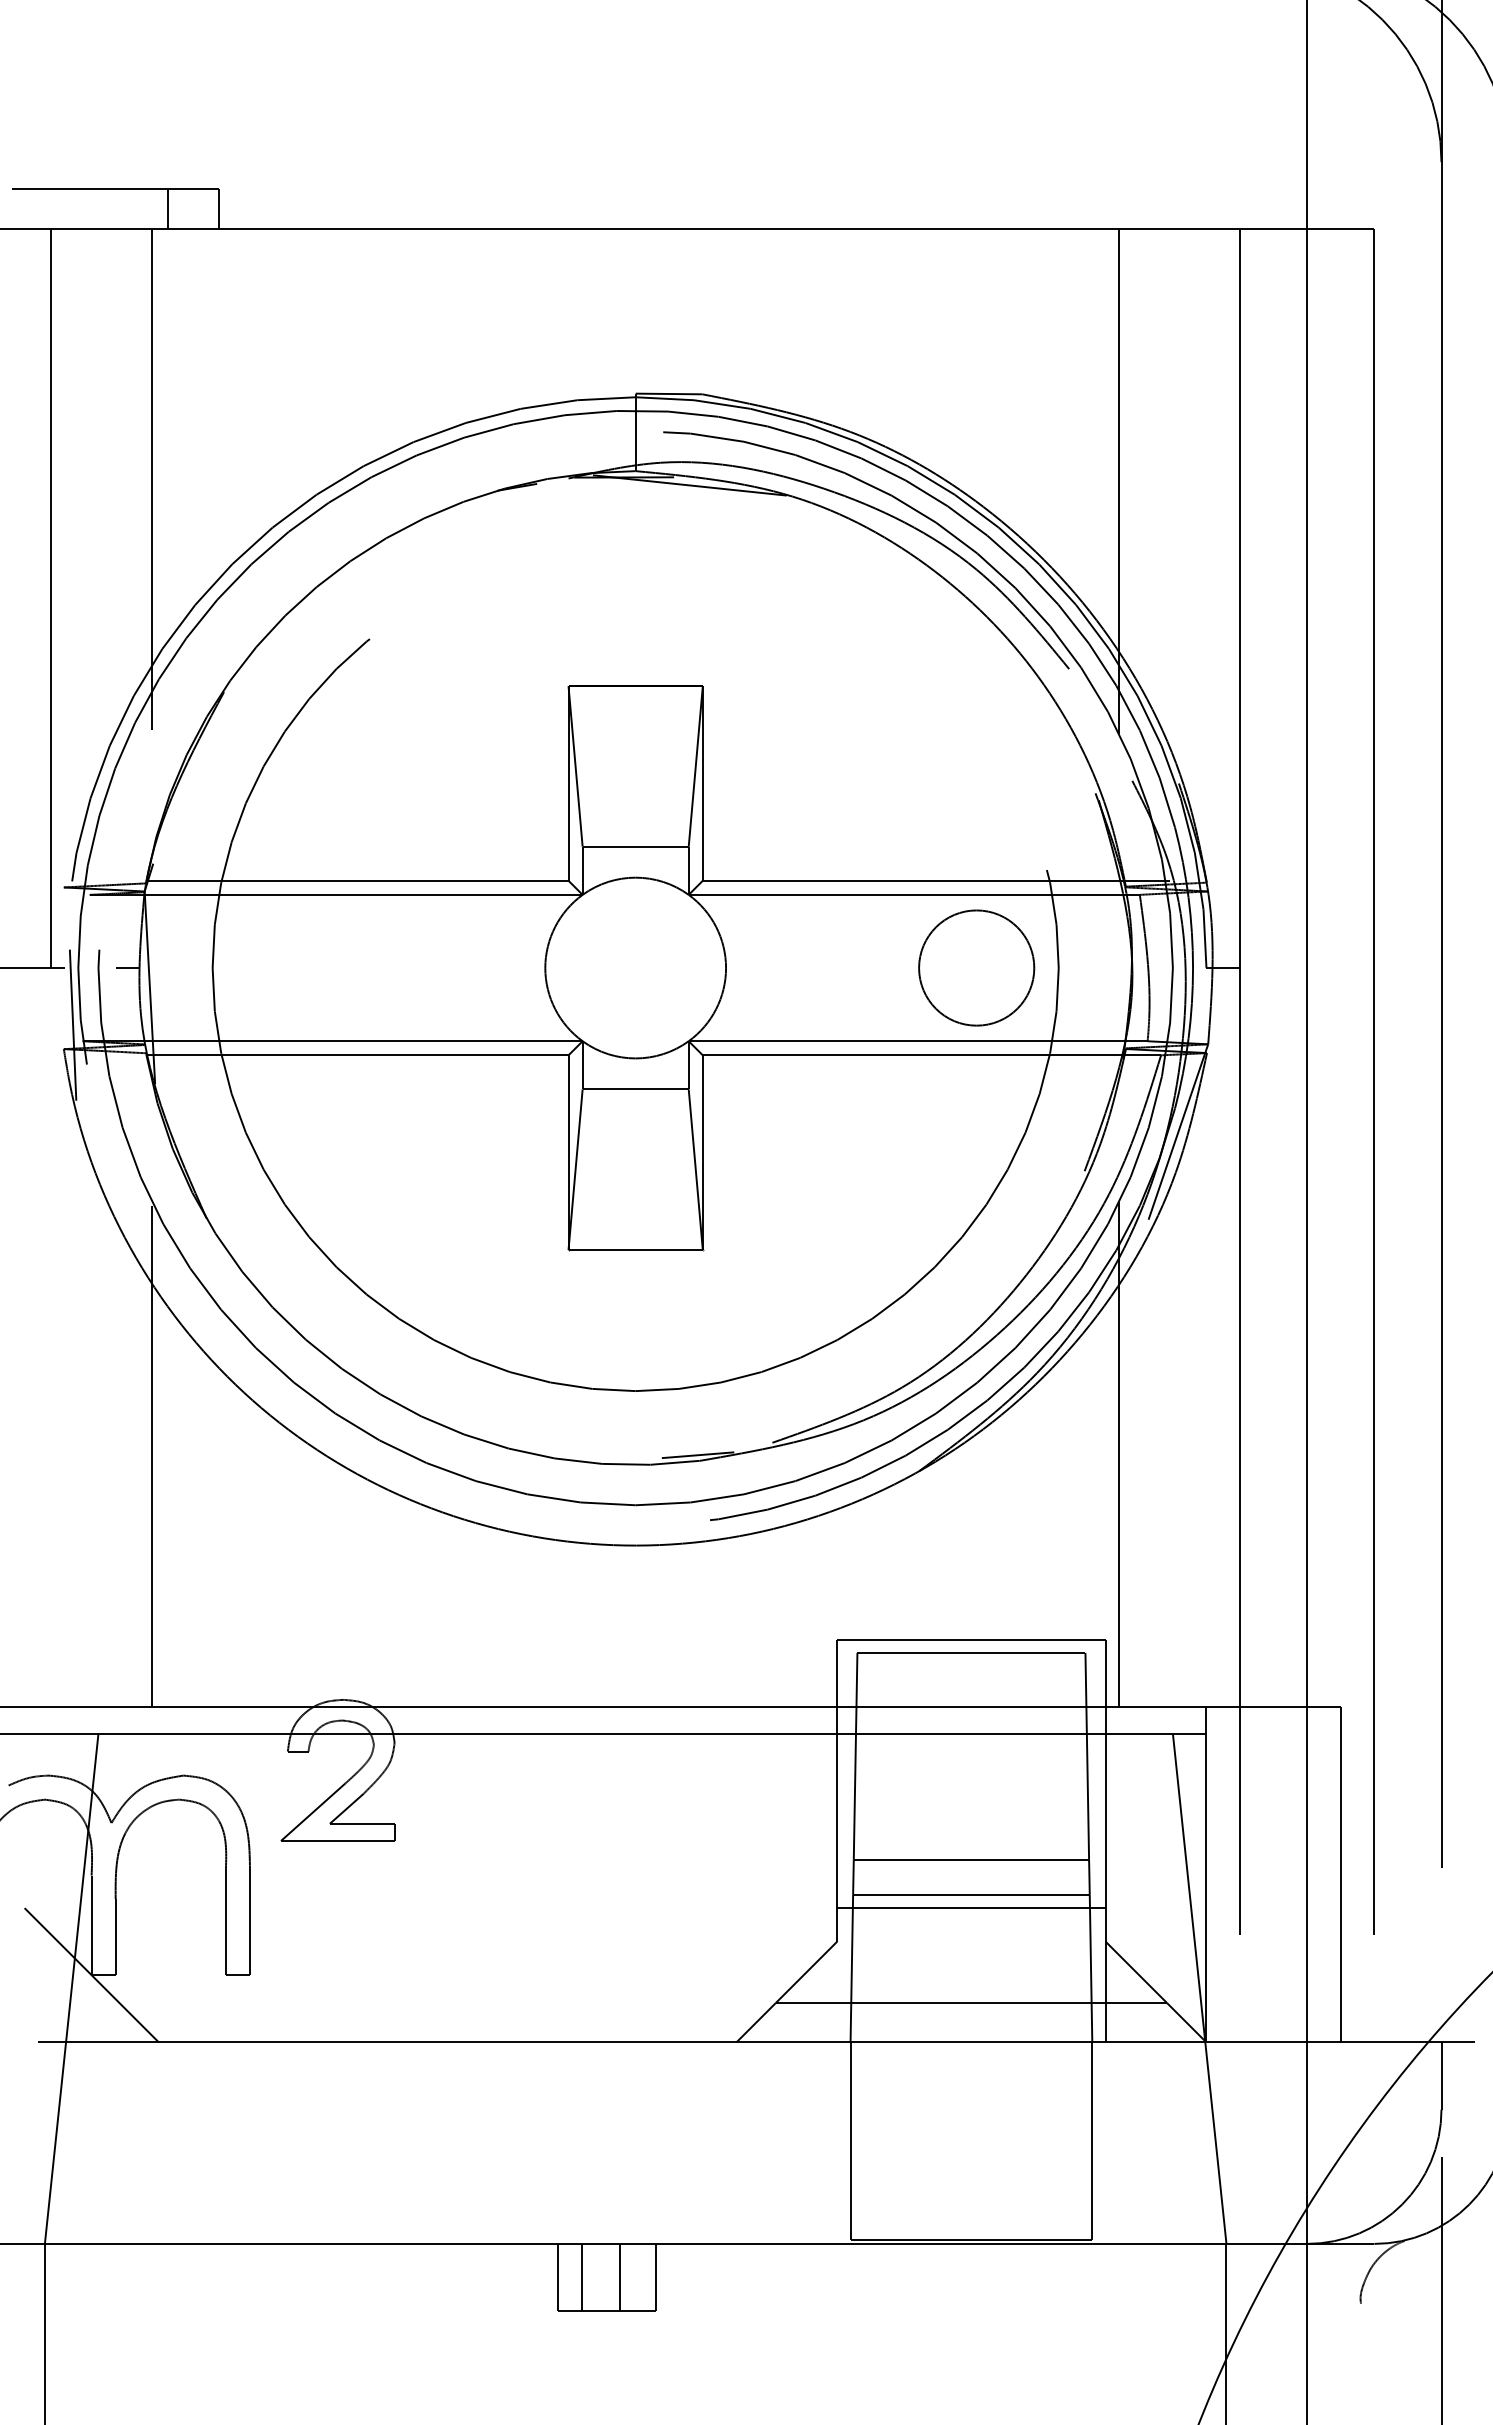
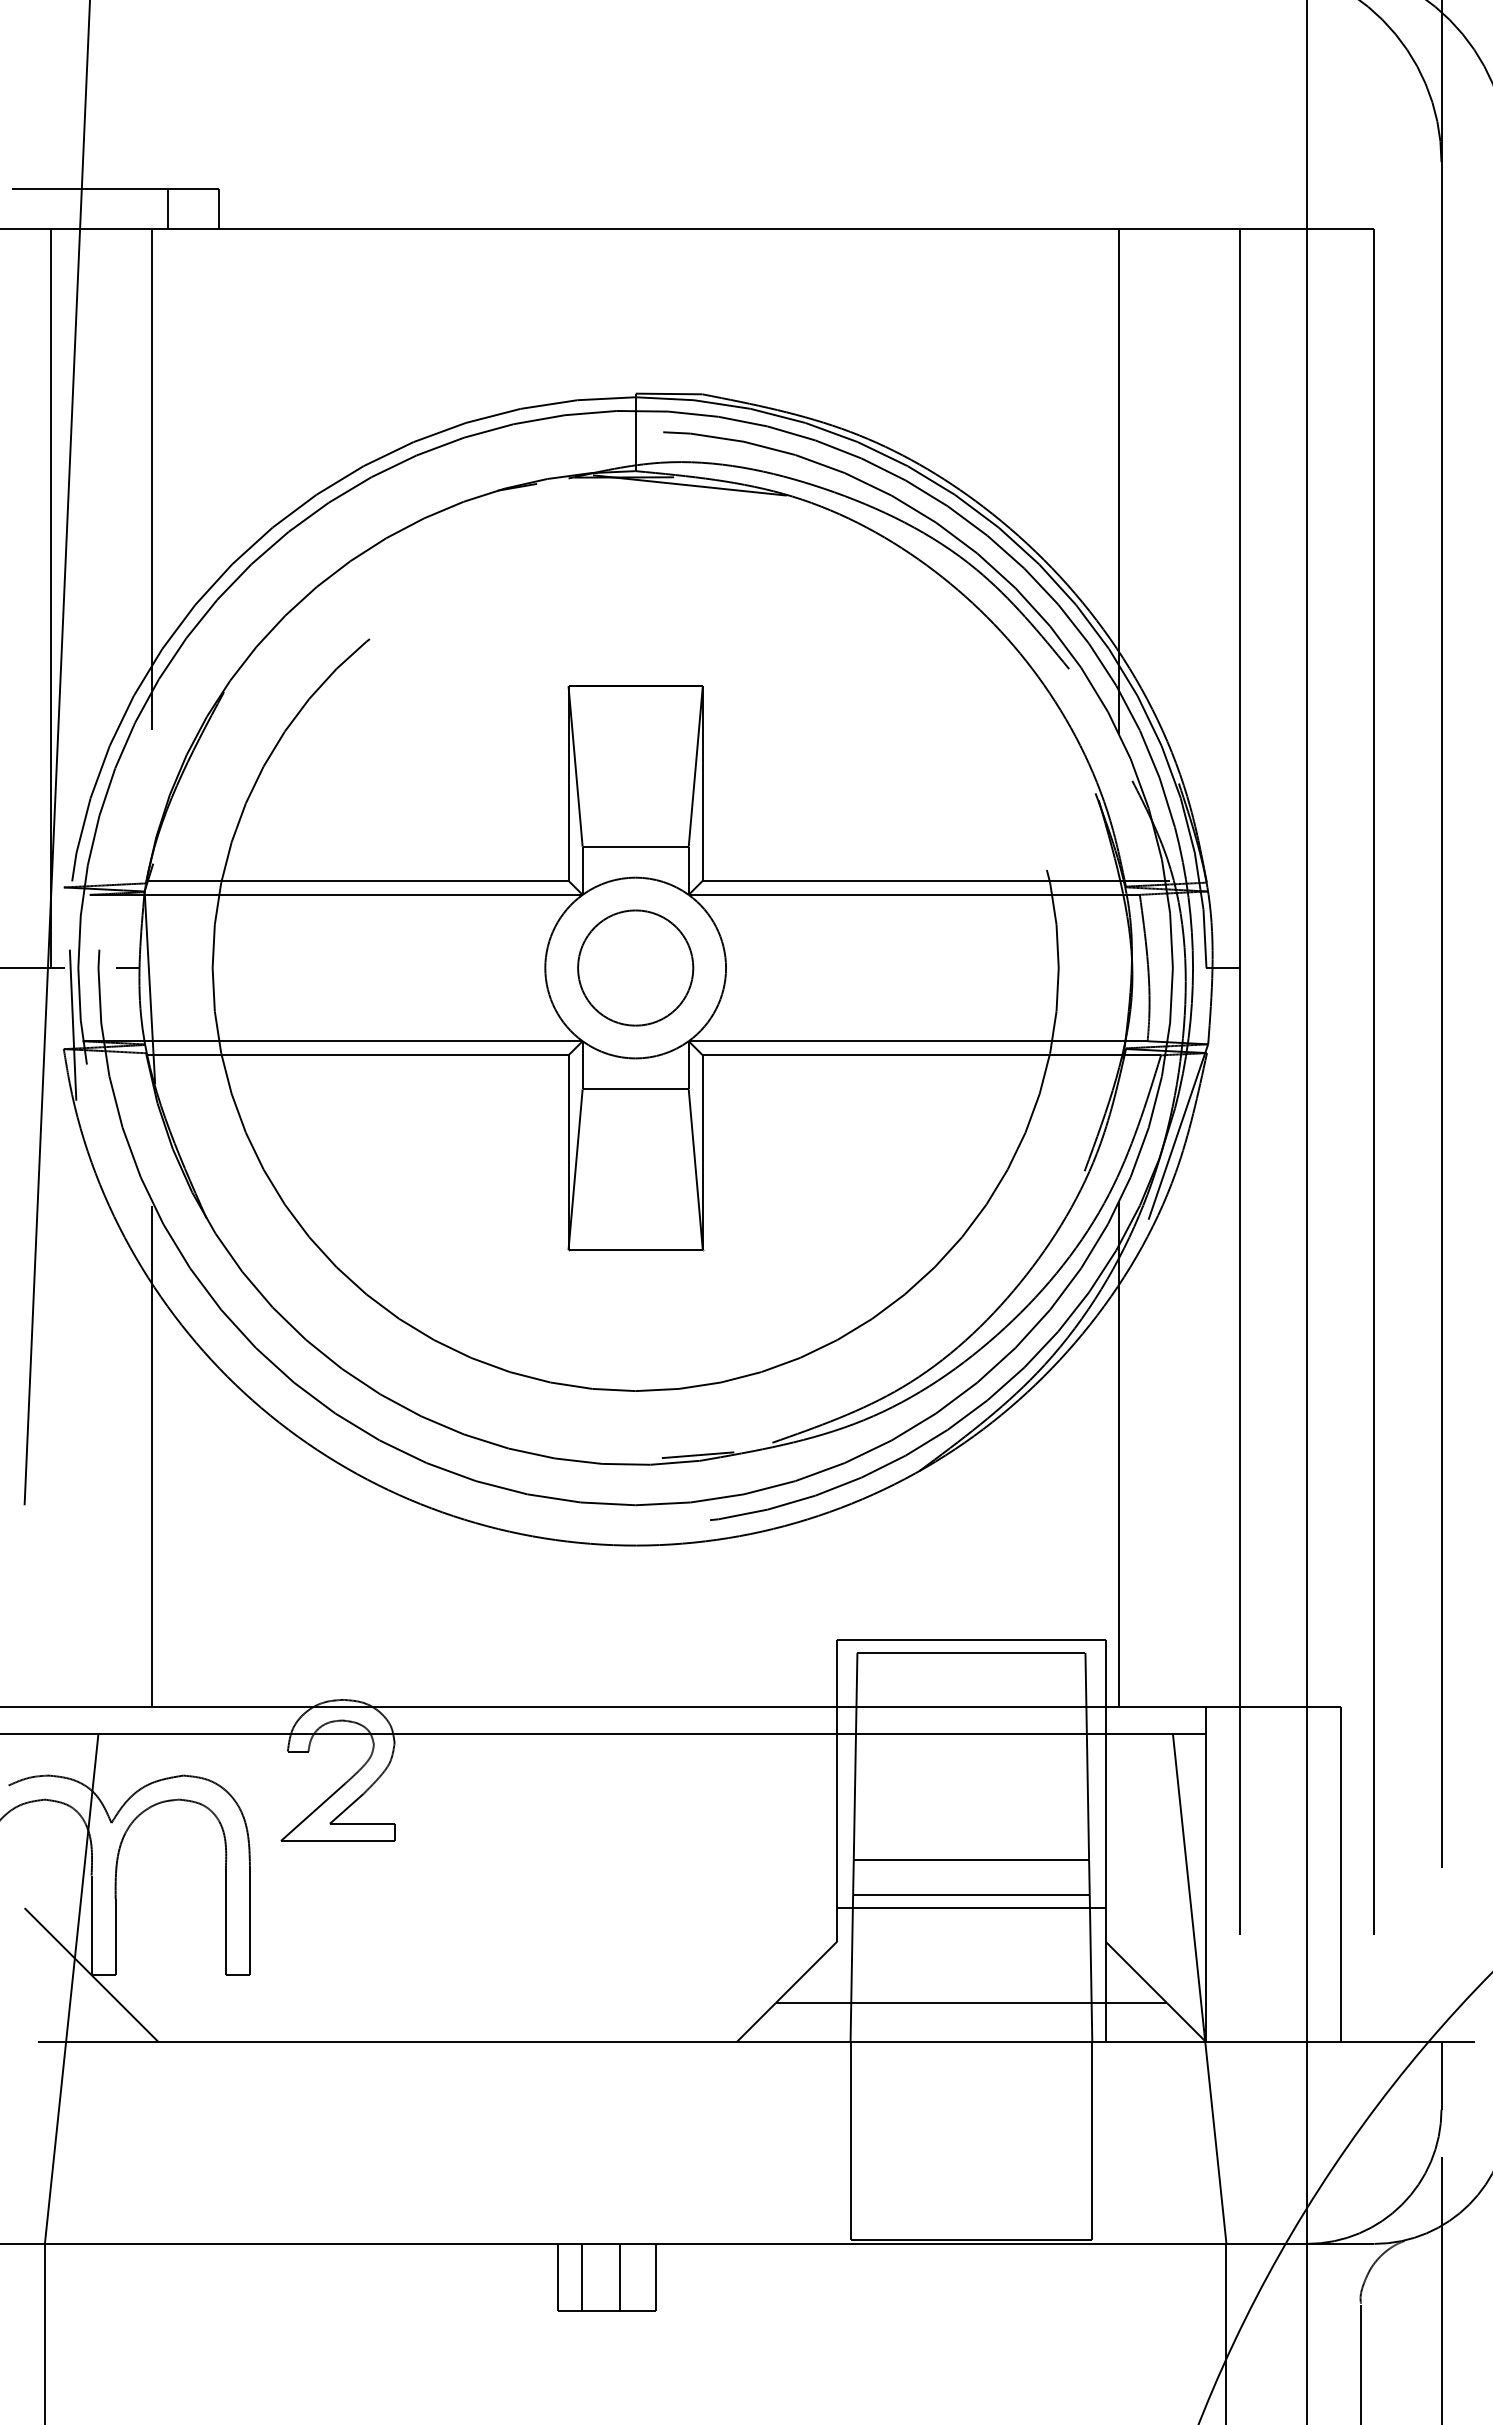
line at (56, 753): none -> present
circle at (976, 967) position: (976, 967) -> (635, 967)
line at (1360, 2362): none -> present
